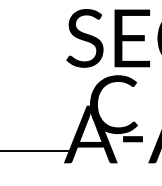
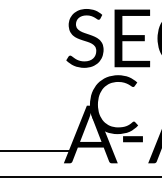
line at (80, 177): none -> present
